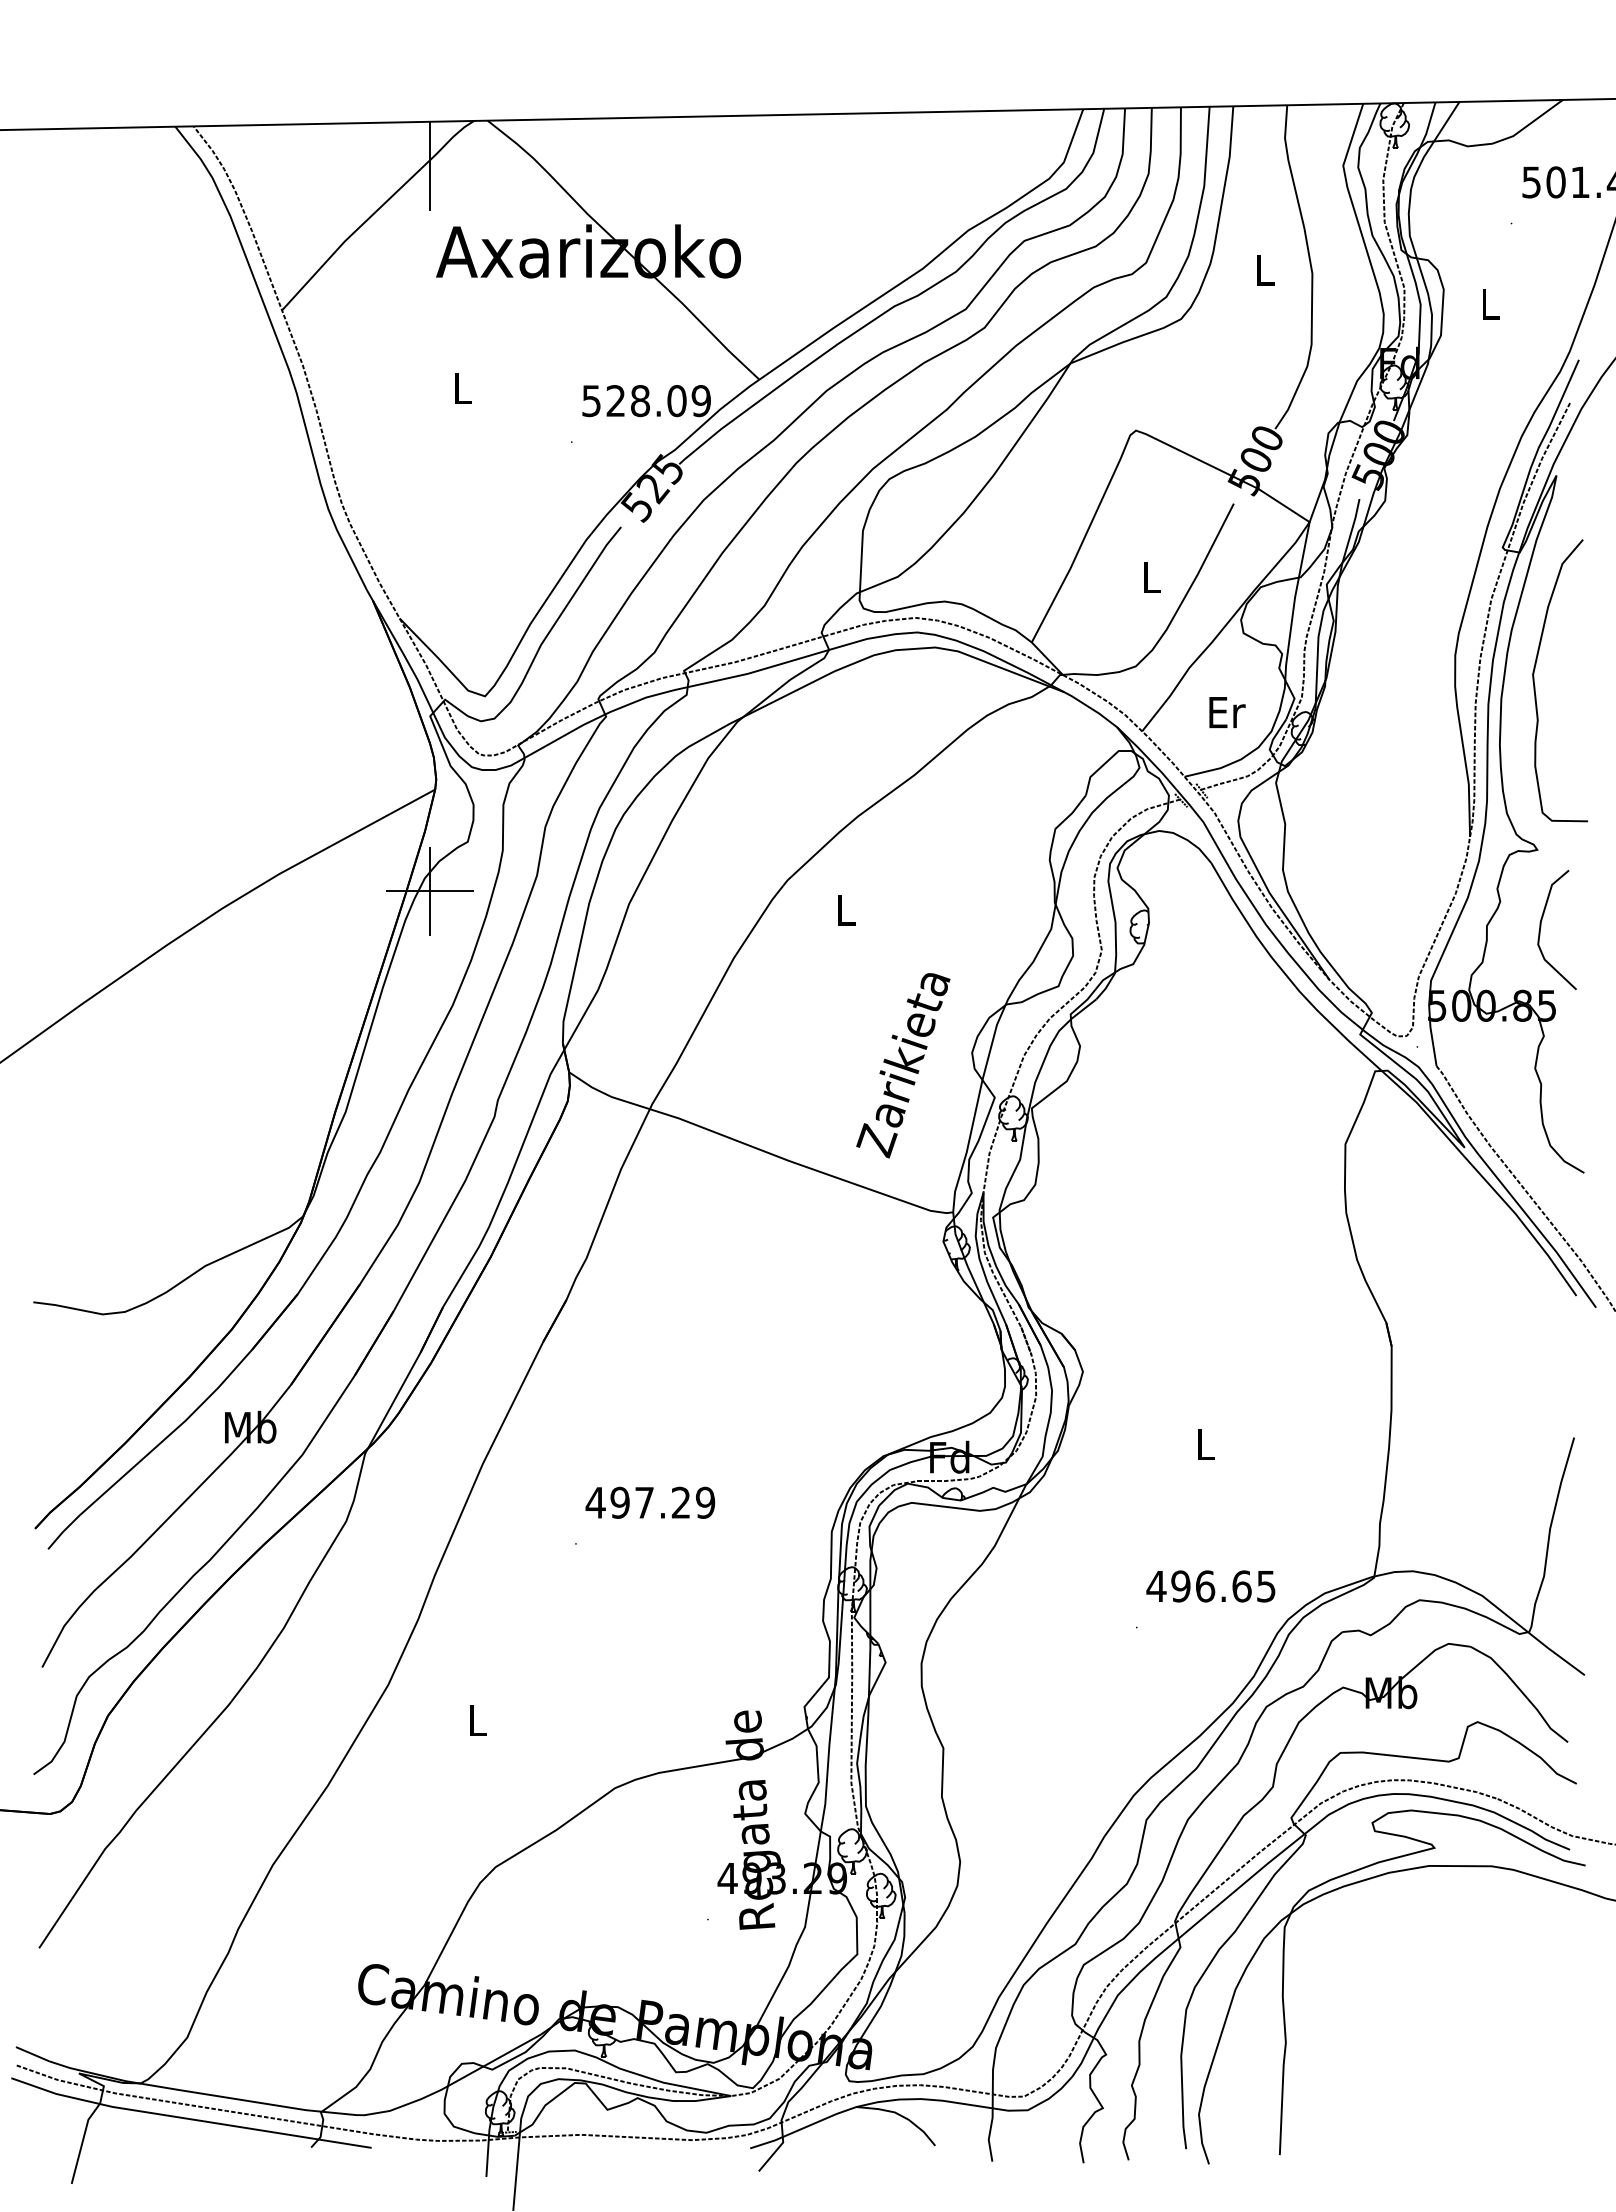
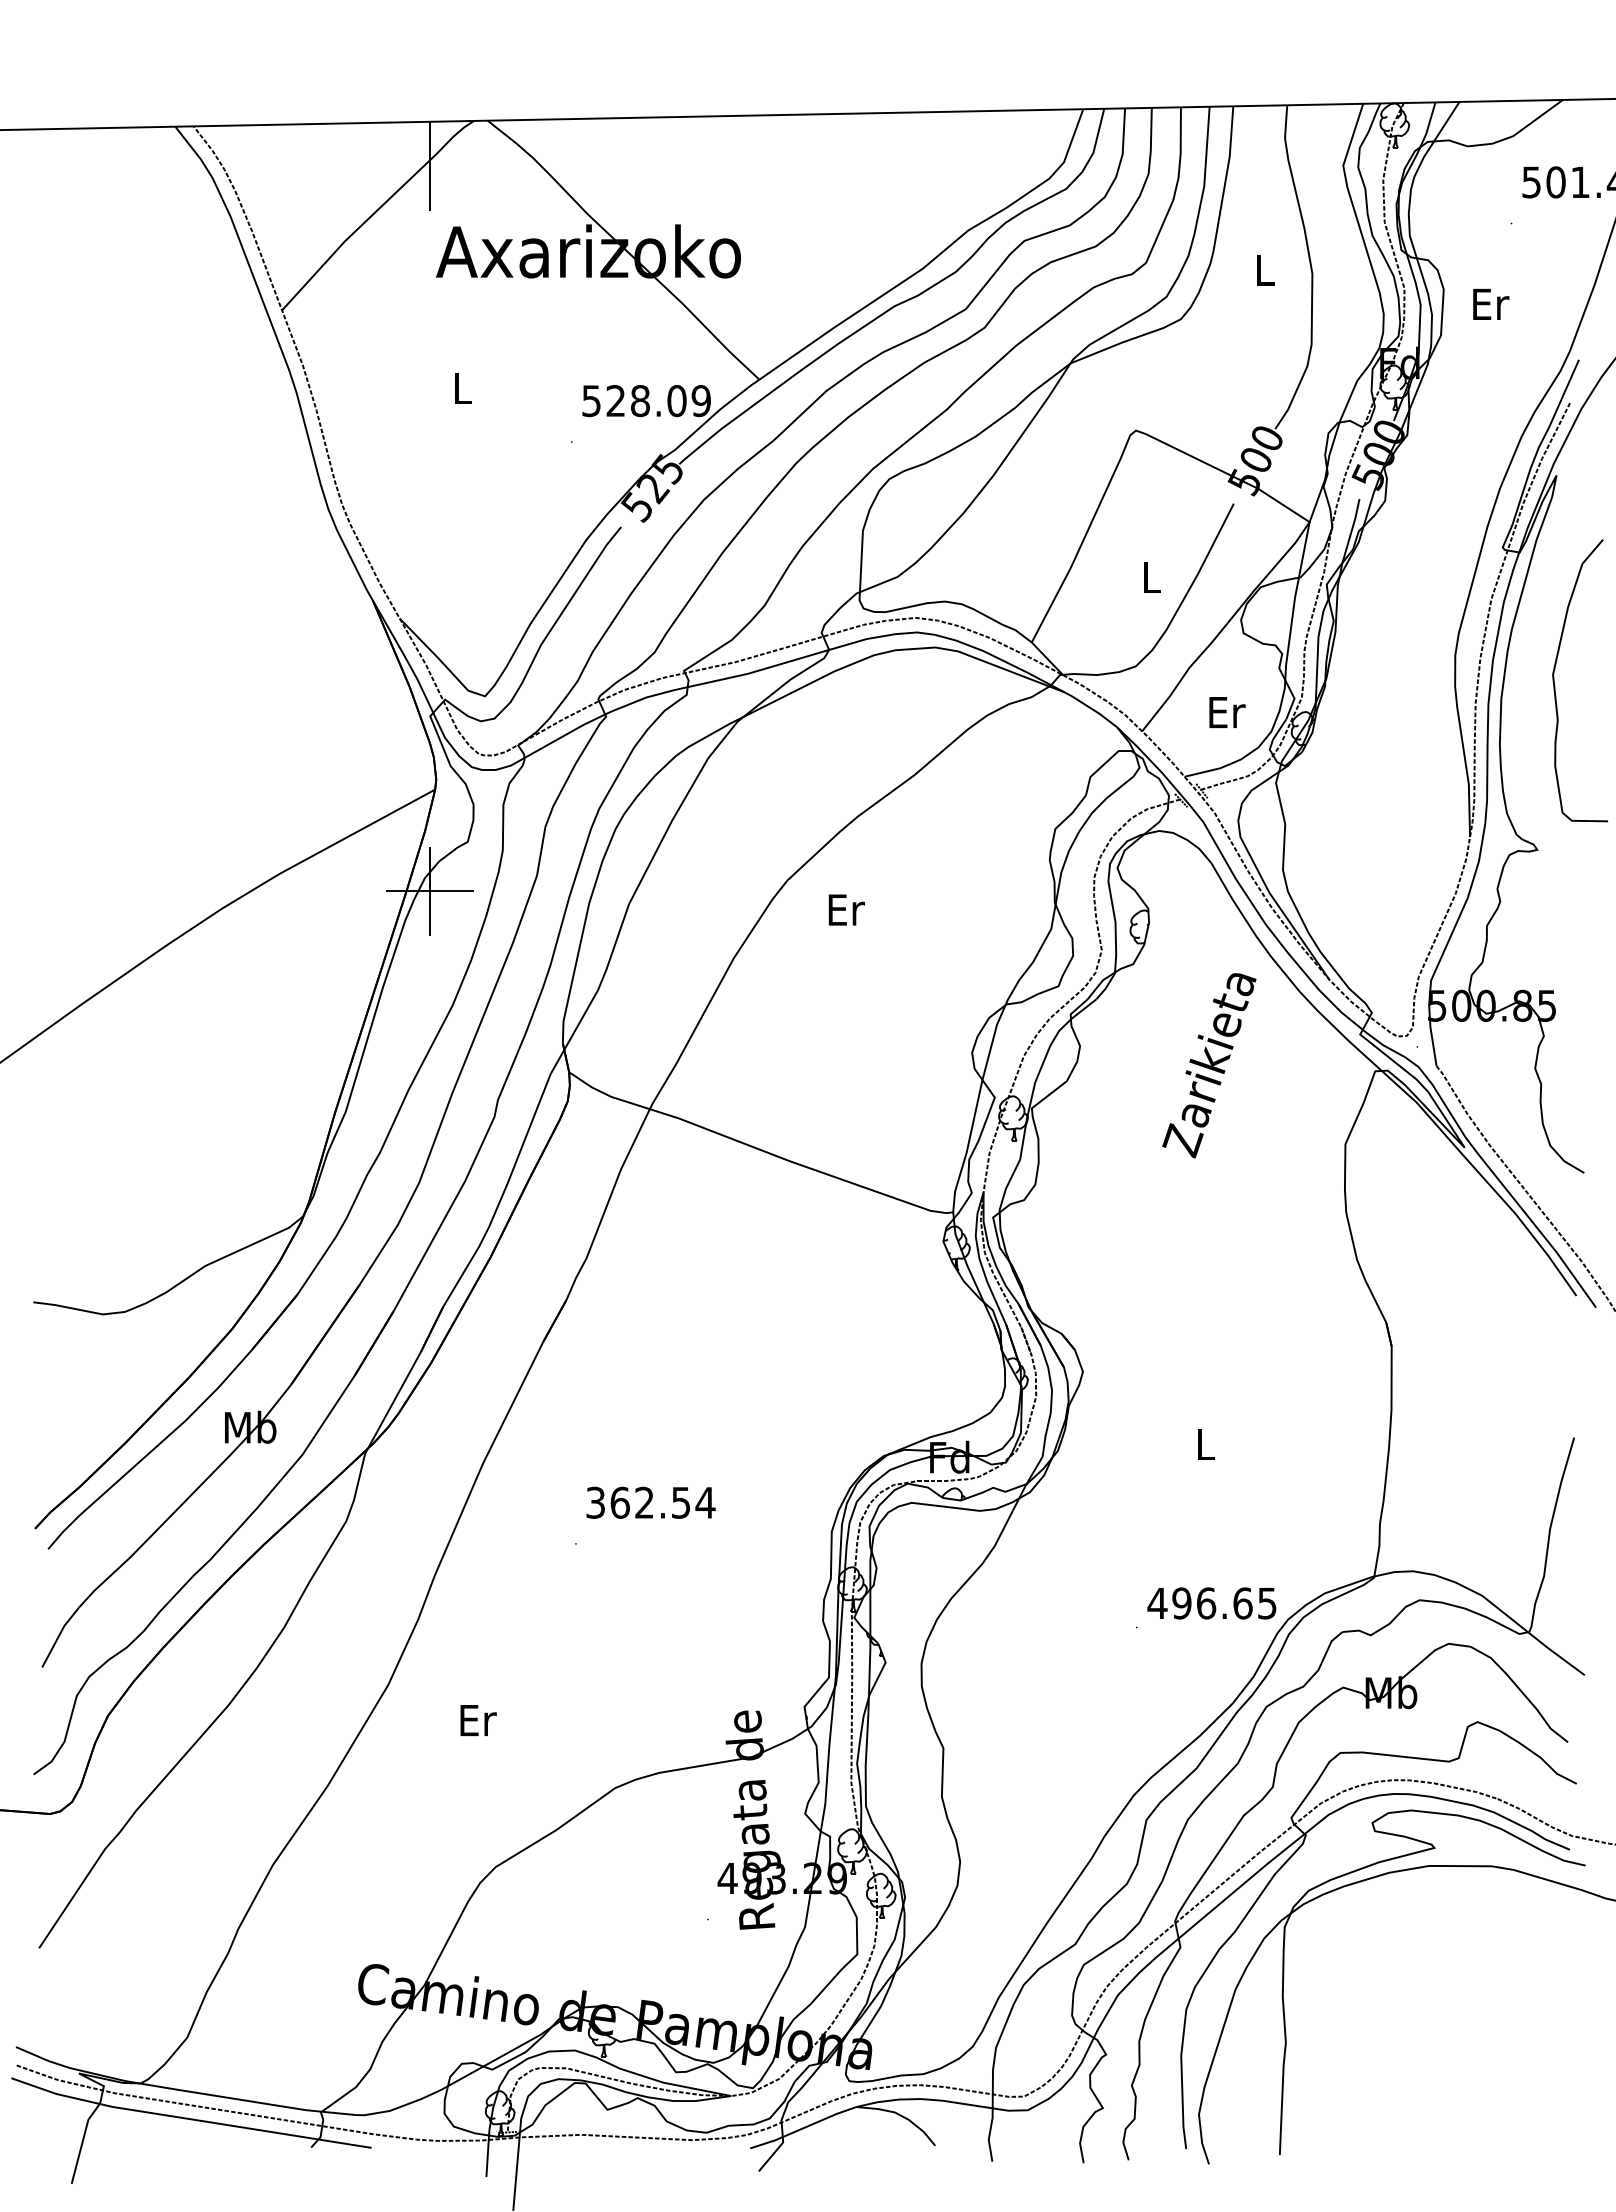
text at (1491, 303): L -> Er
curve at (1535, 685) position: (1535, 685) -> (1555, 685)
text at (846, 909): L -> Er
curve at (1541, 927): present -> none
text at (903, 1065) position: (903, 1065) -> (1209, 1065)
text at (650, 1502): 497.29 -> 362.54
text at (1210, 1586) position: (1210, 1586) -> (1211, 1603)
text at (478, 1720): L -> Er
